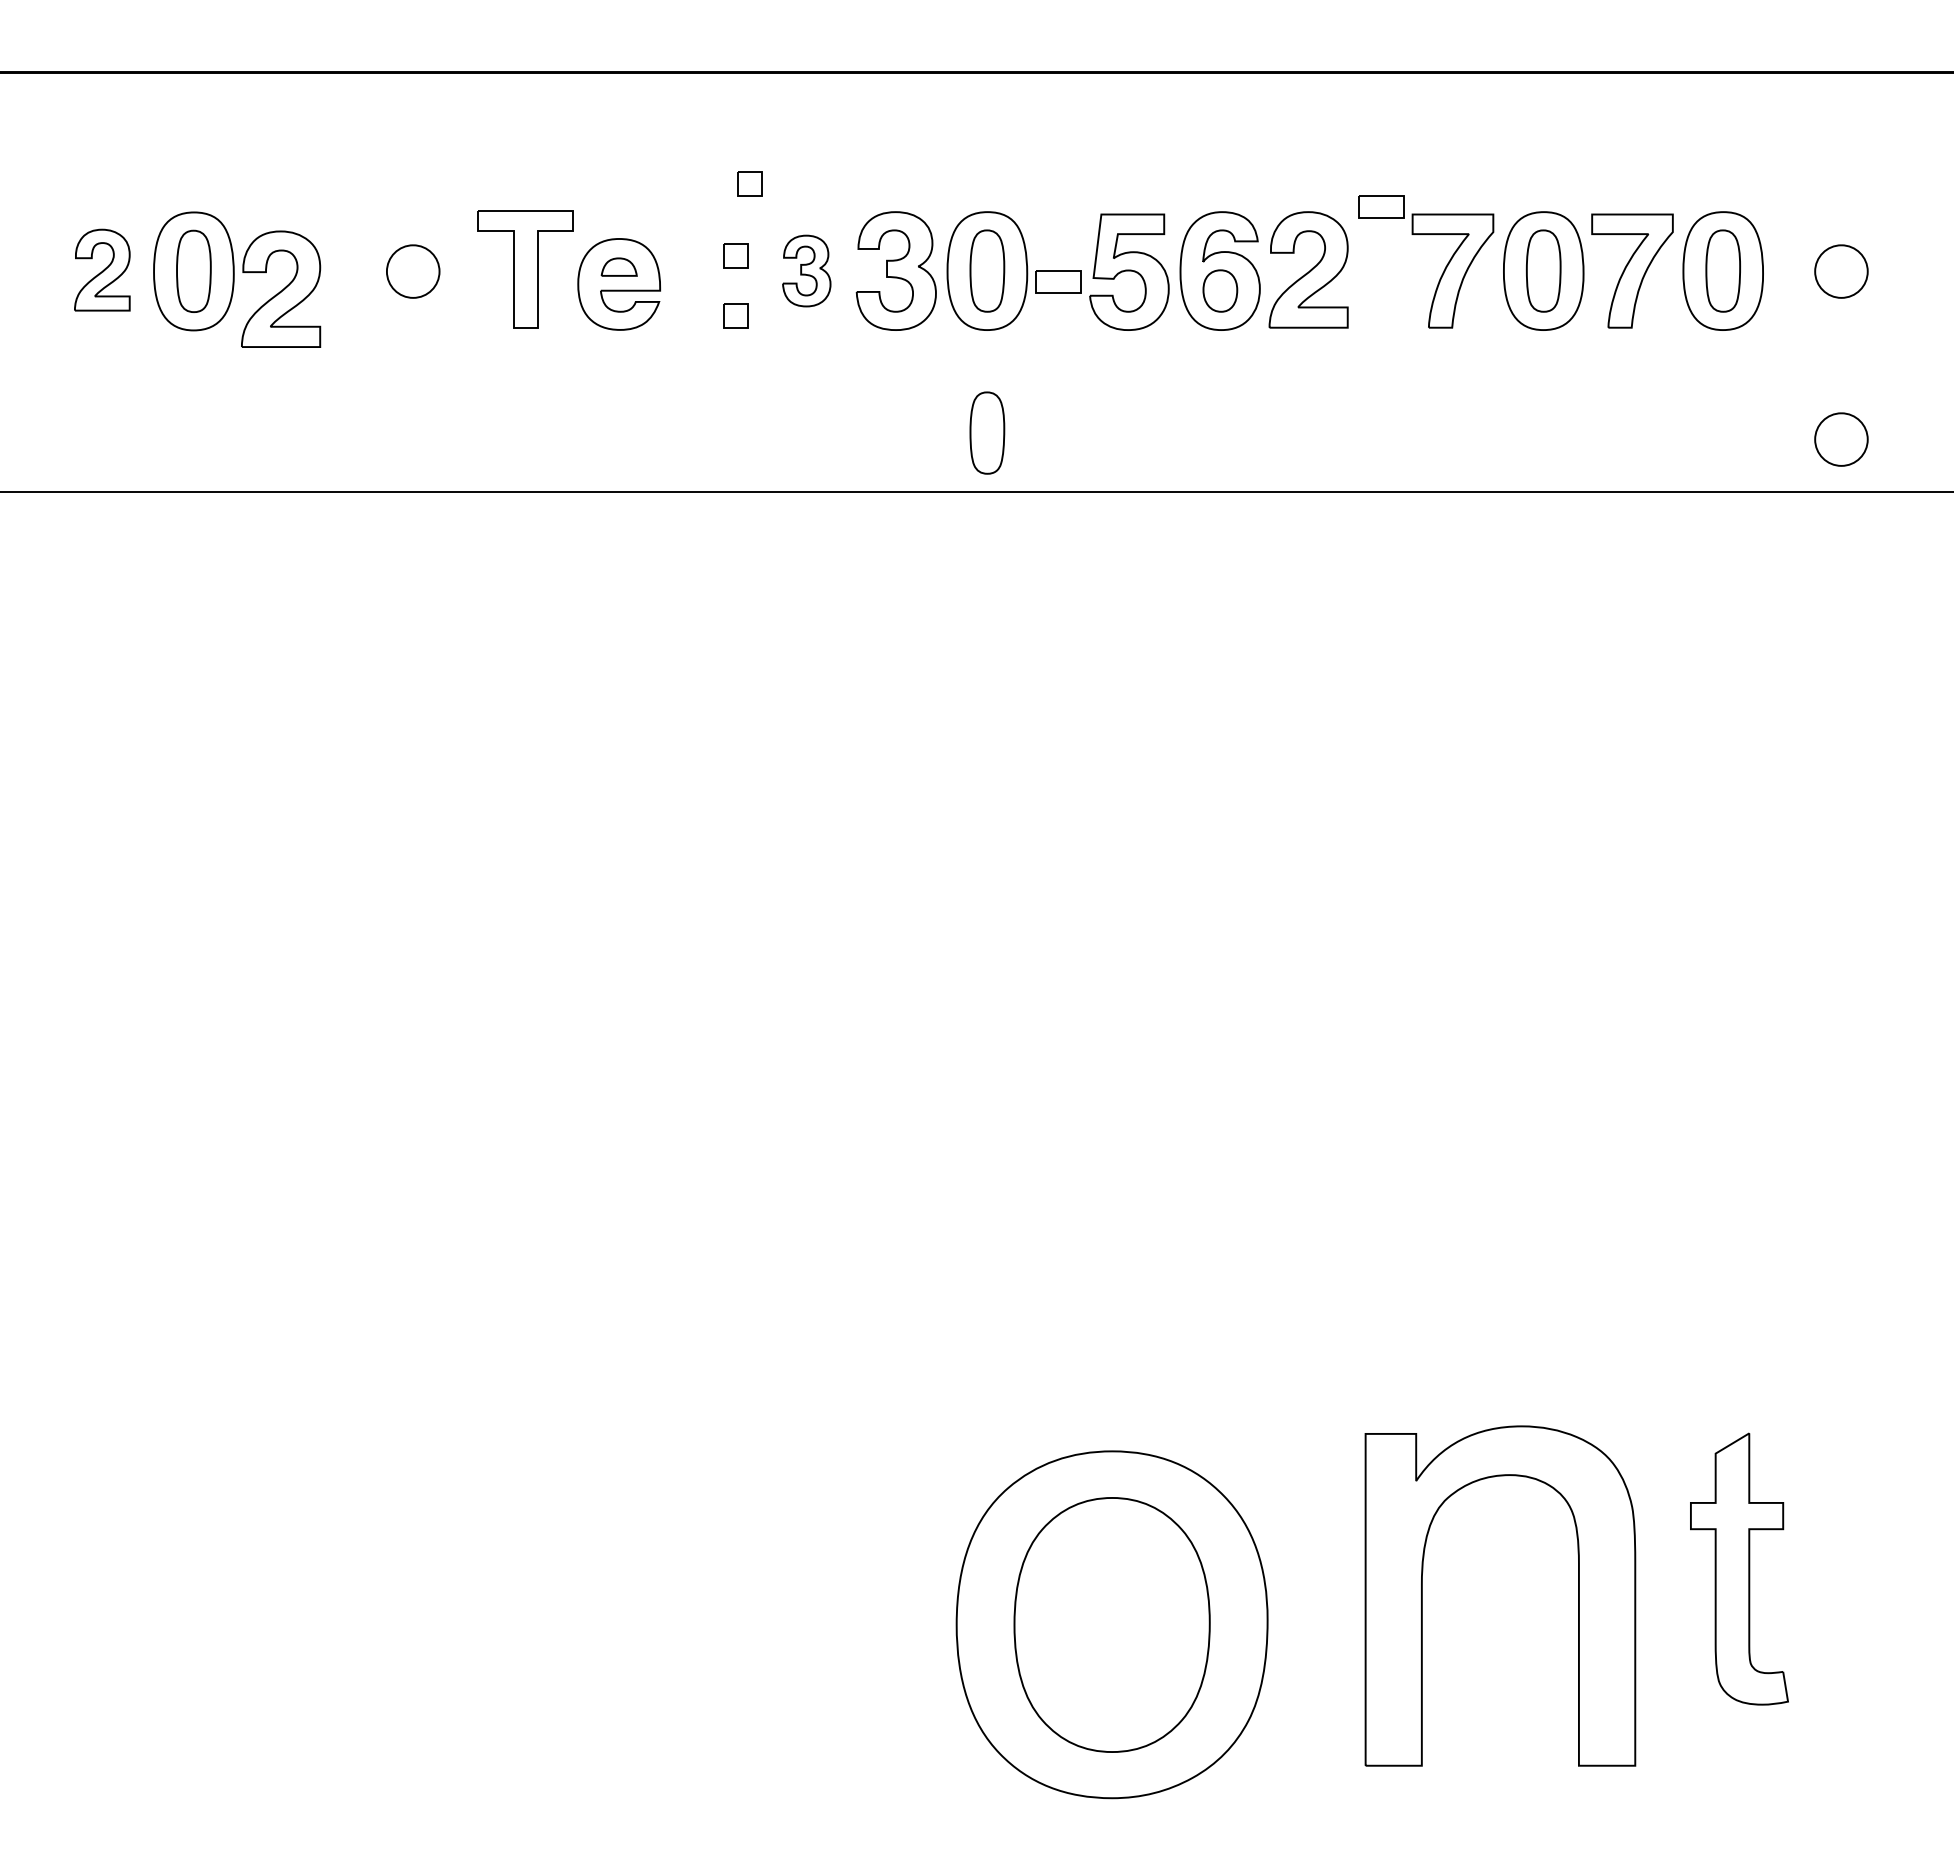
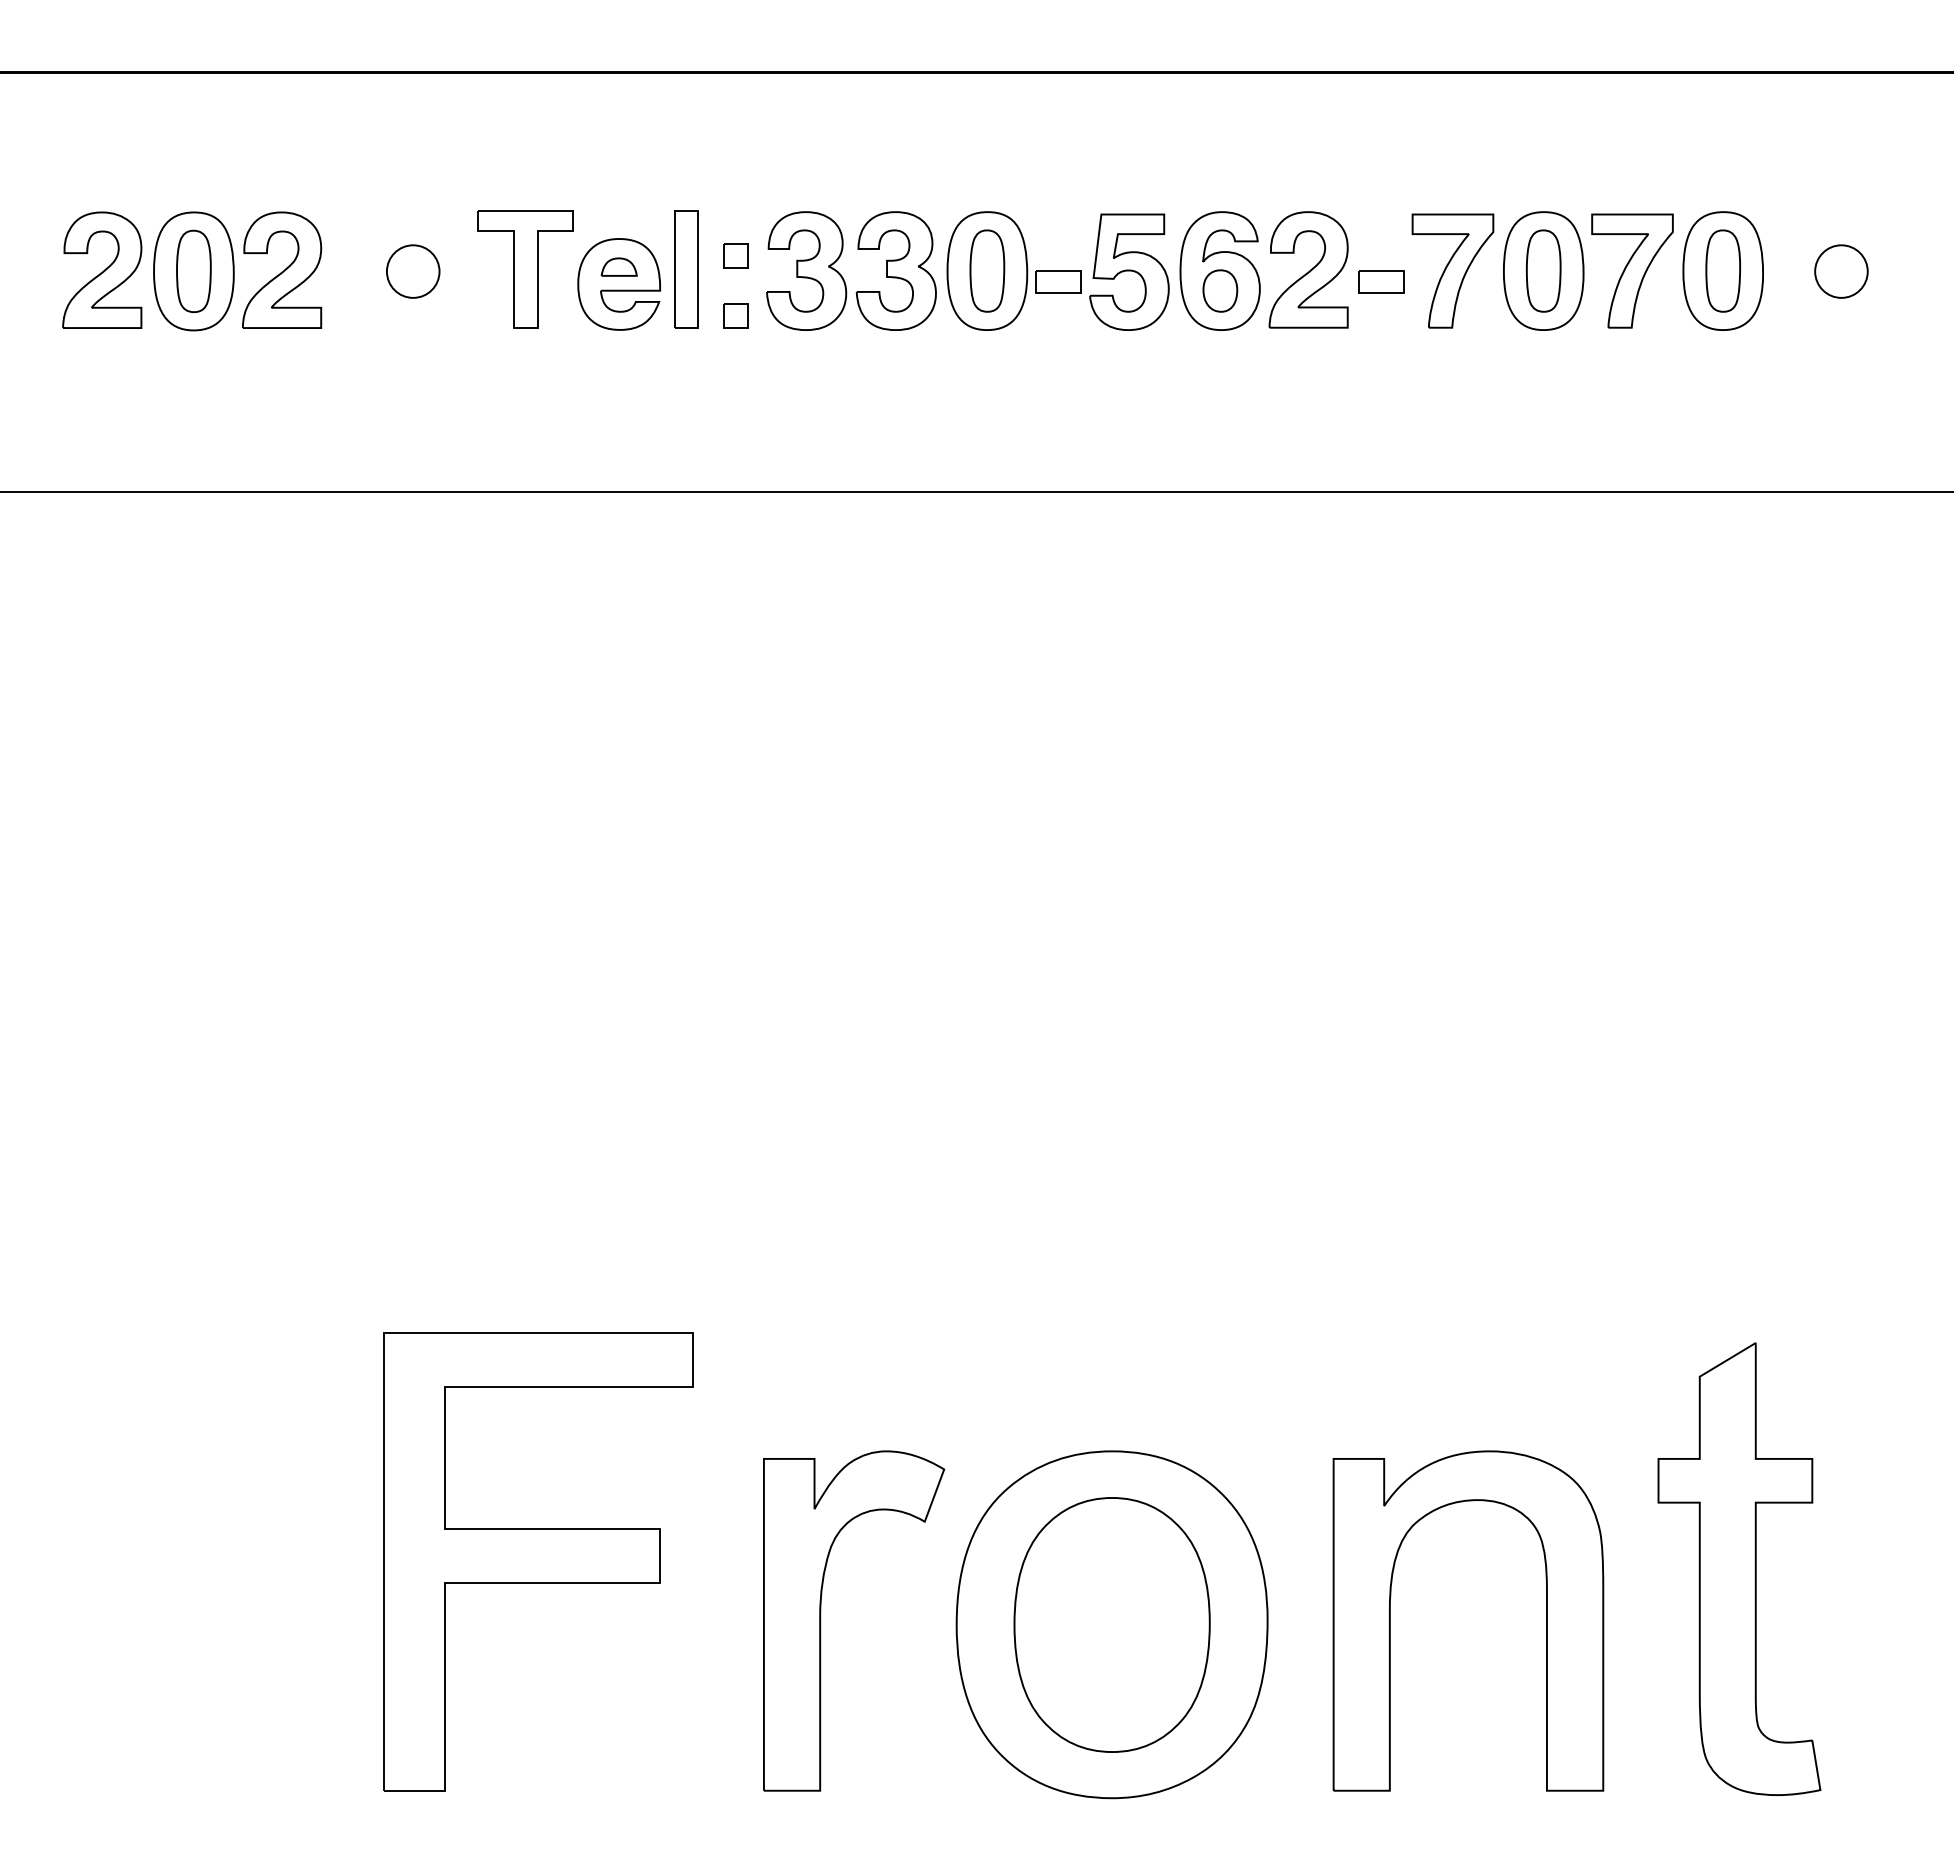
part at (749, 183): present -> none
part at (1381, 206) position: (1381, 206) -> (1381, 281)
part at (102, 269) size: 57x84 px -> 81x118 px
part at (686, 269): none -> present
part at (806, 270) size: 50x74 px -> 82x120 px
part at (281, 288) position: (281, 288) -> (282, 269)
part at (987, 432): present -> none
part at (1841, 439): present -> none
part at (538, 1561): none -> present
part at (1739, 1568) size: 99x274 px -> 165x454 px
part at (1422, 1595) position: (1422, 1595) -> (1390, 1620)
part at (821, 1620): none -> present
